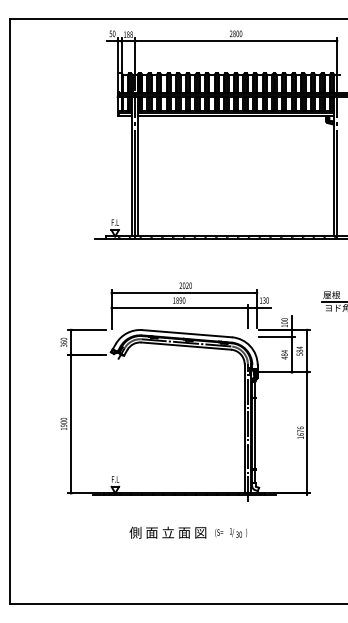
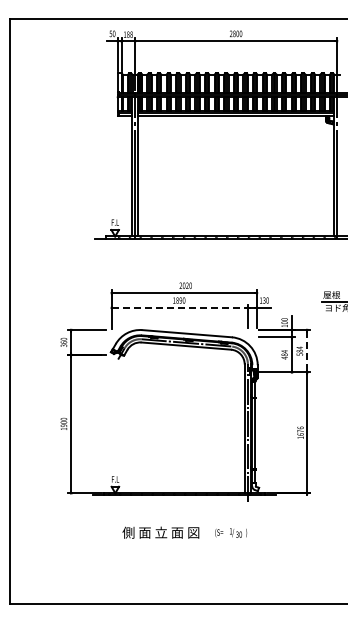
line at (179, 307): solid -> dashed
line at (307, 350): solid -> dashed
text at (167, 532) position: (167, 532) -> (160, 532)
